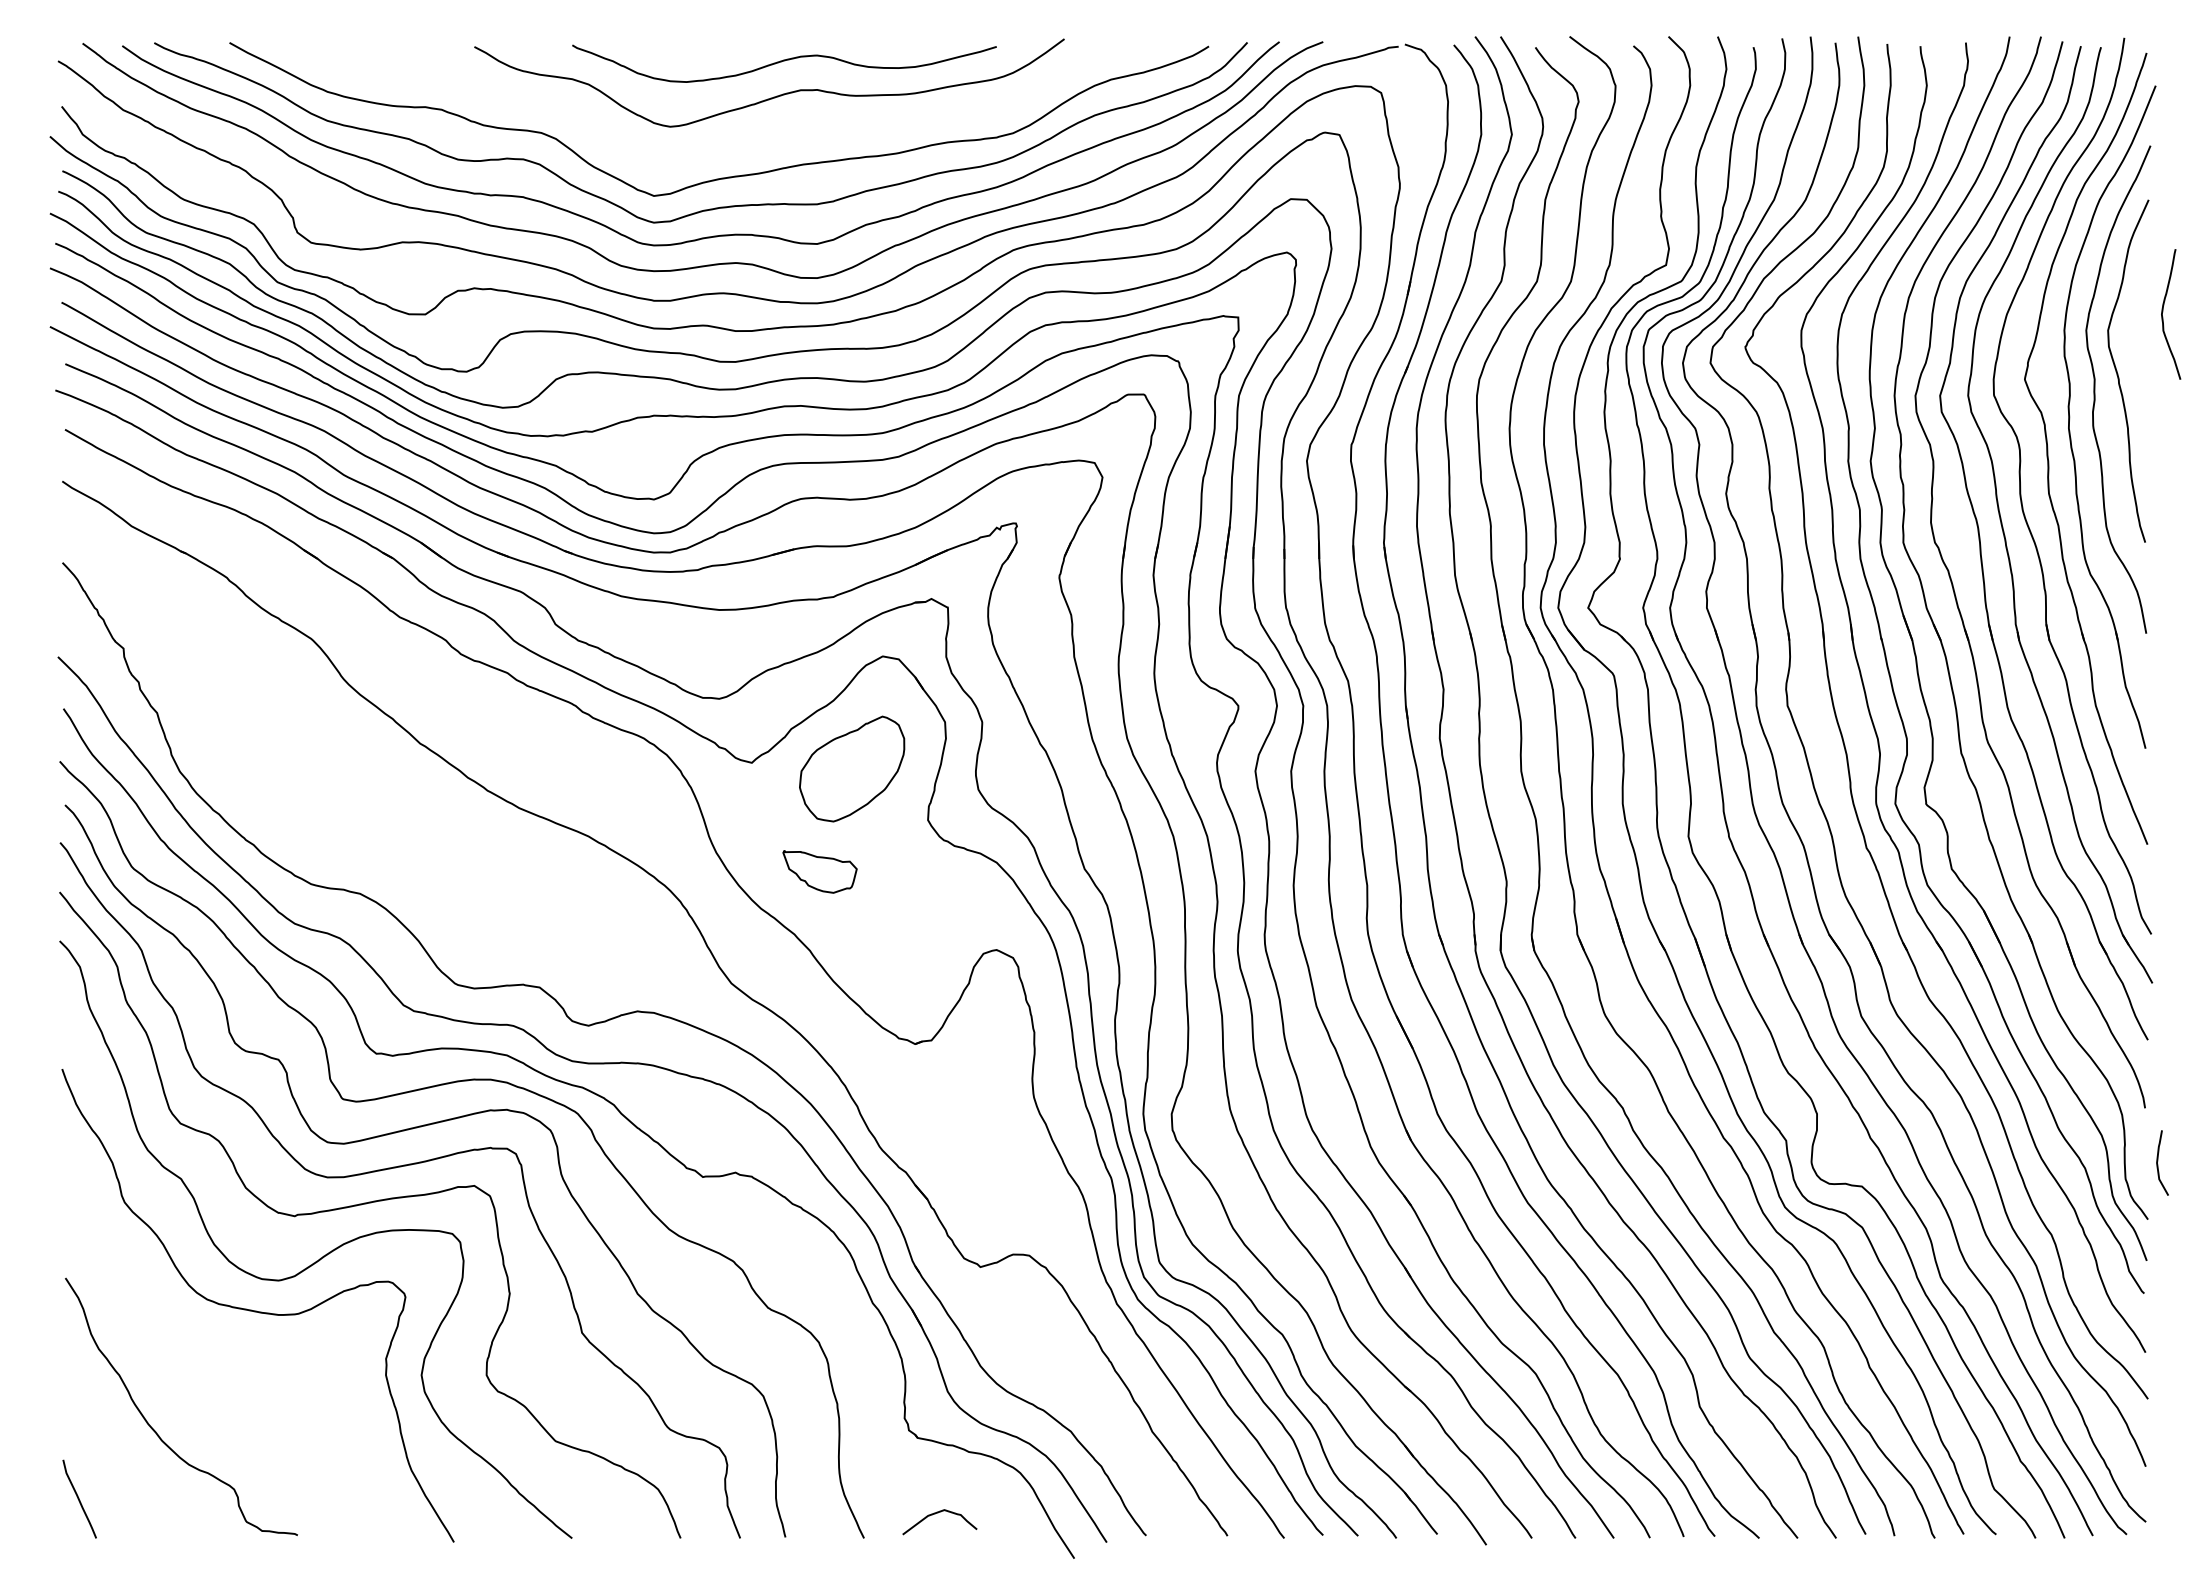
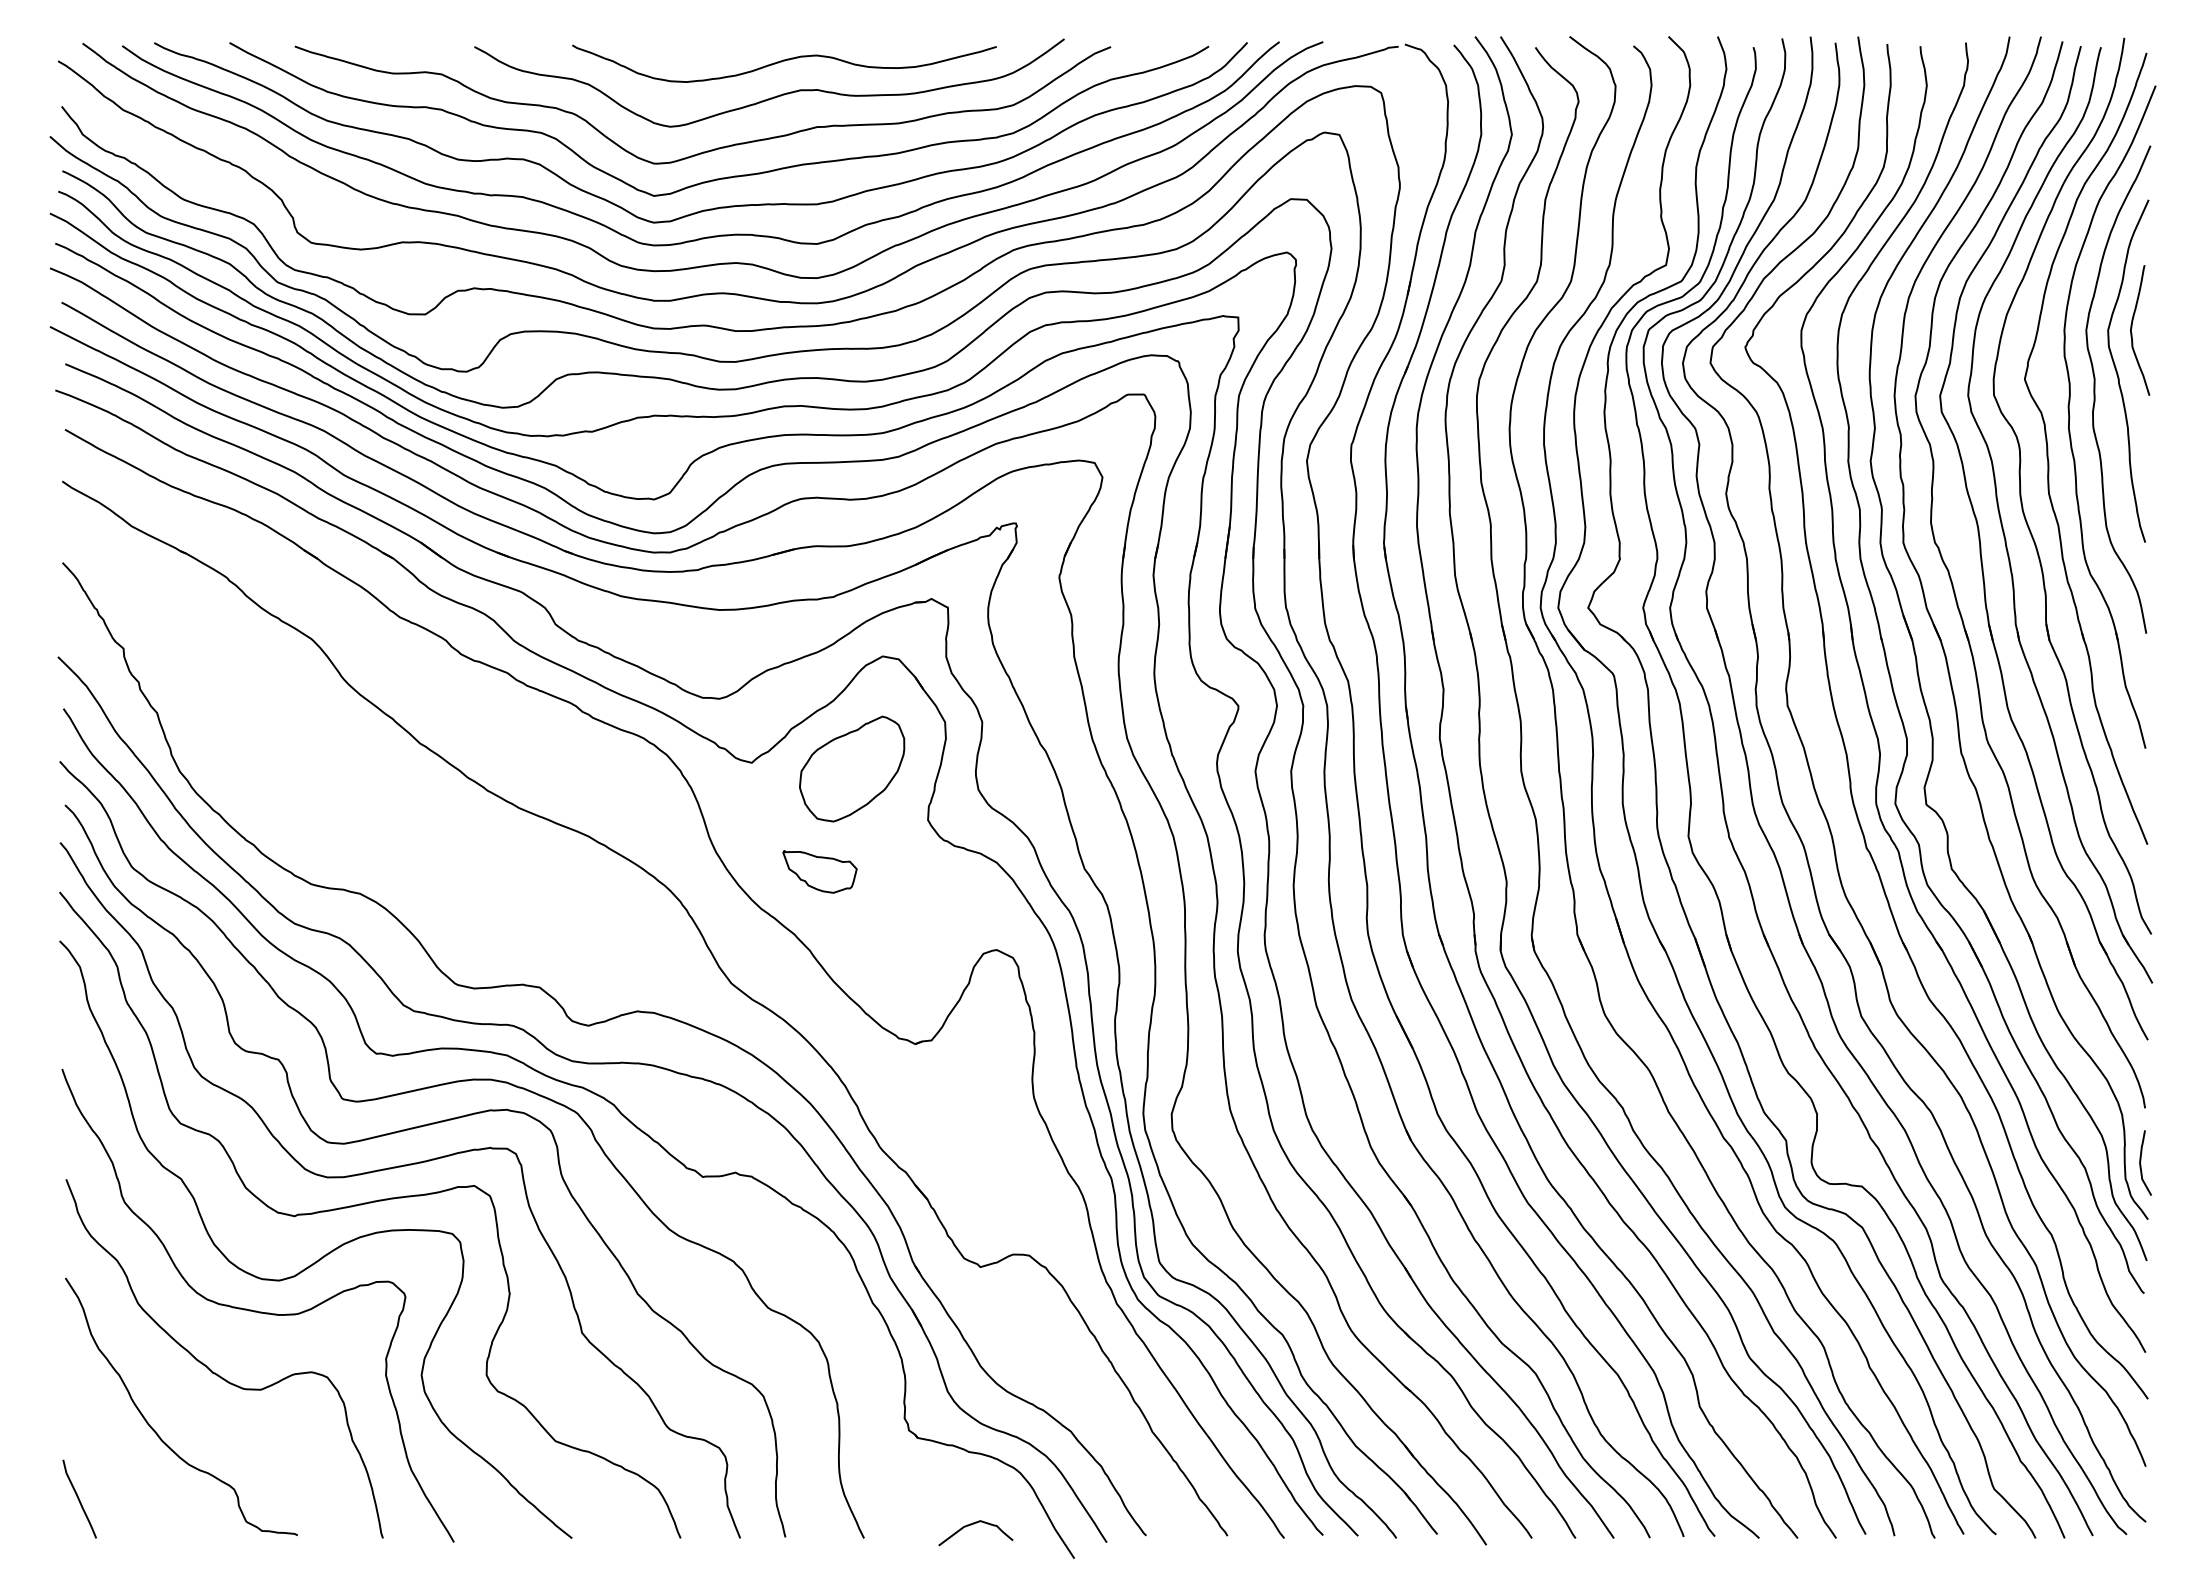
curve at (717, 147): none -> present
curve at (2163, 312) position: (2163, 312) -> (2132, 328)
curve at (2158, 1161) position: (2158, 1161) -> (2141, 1161)
curve at (215, 1372): none -> present
curve at (935, 1514) position: (935, 1514) -> (971, 1525)
